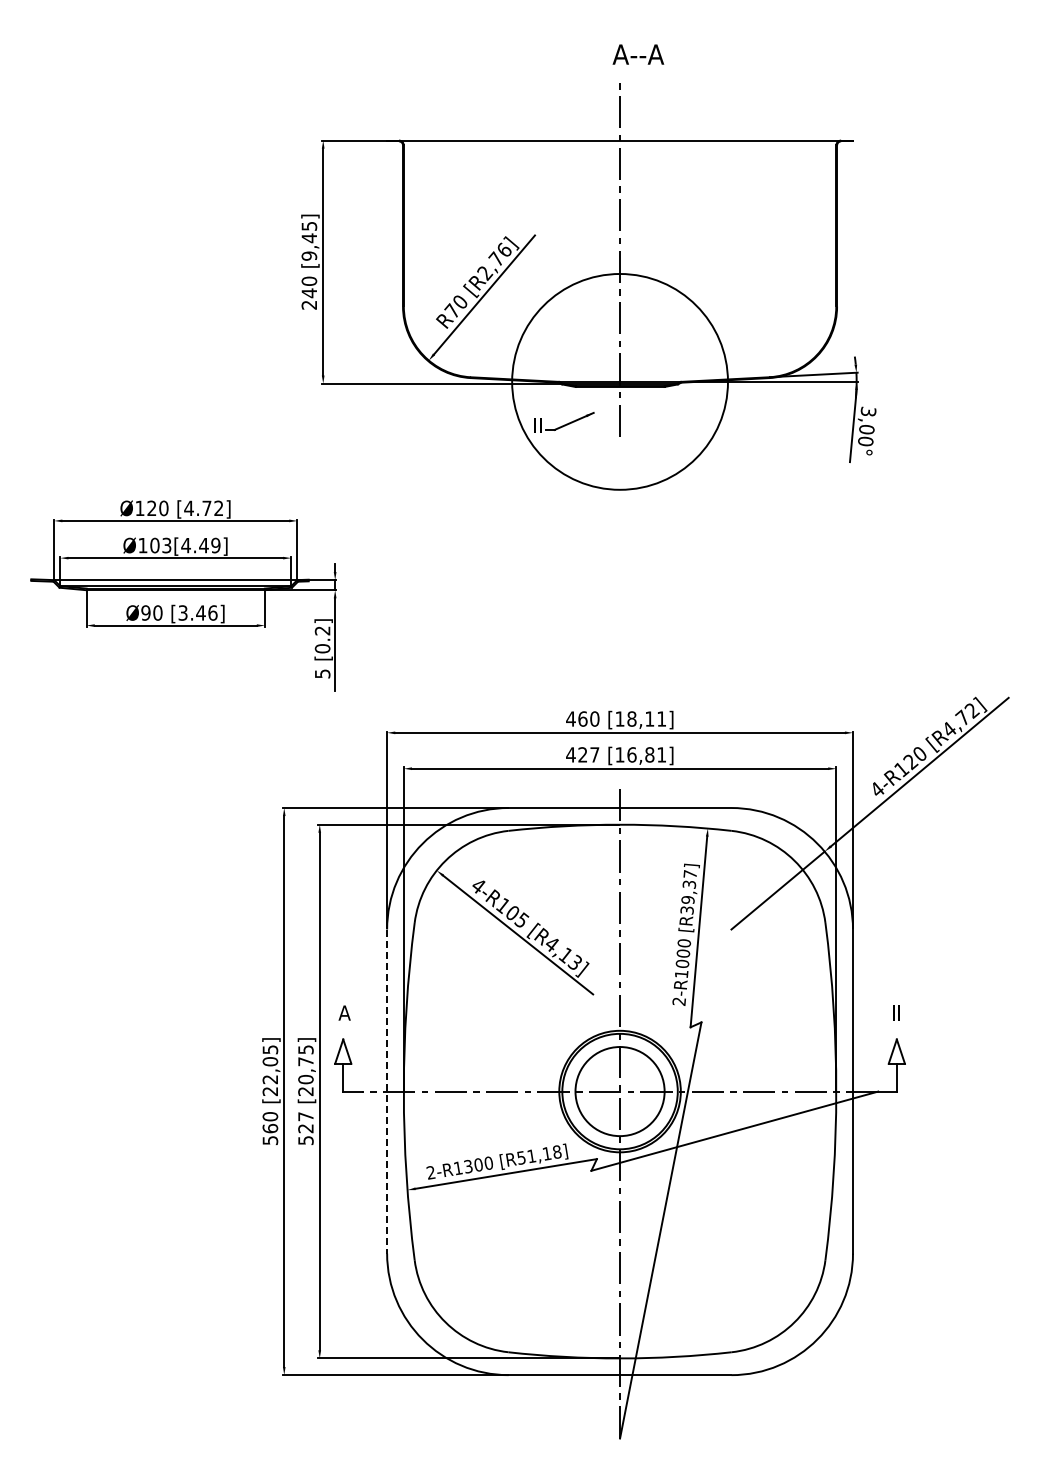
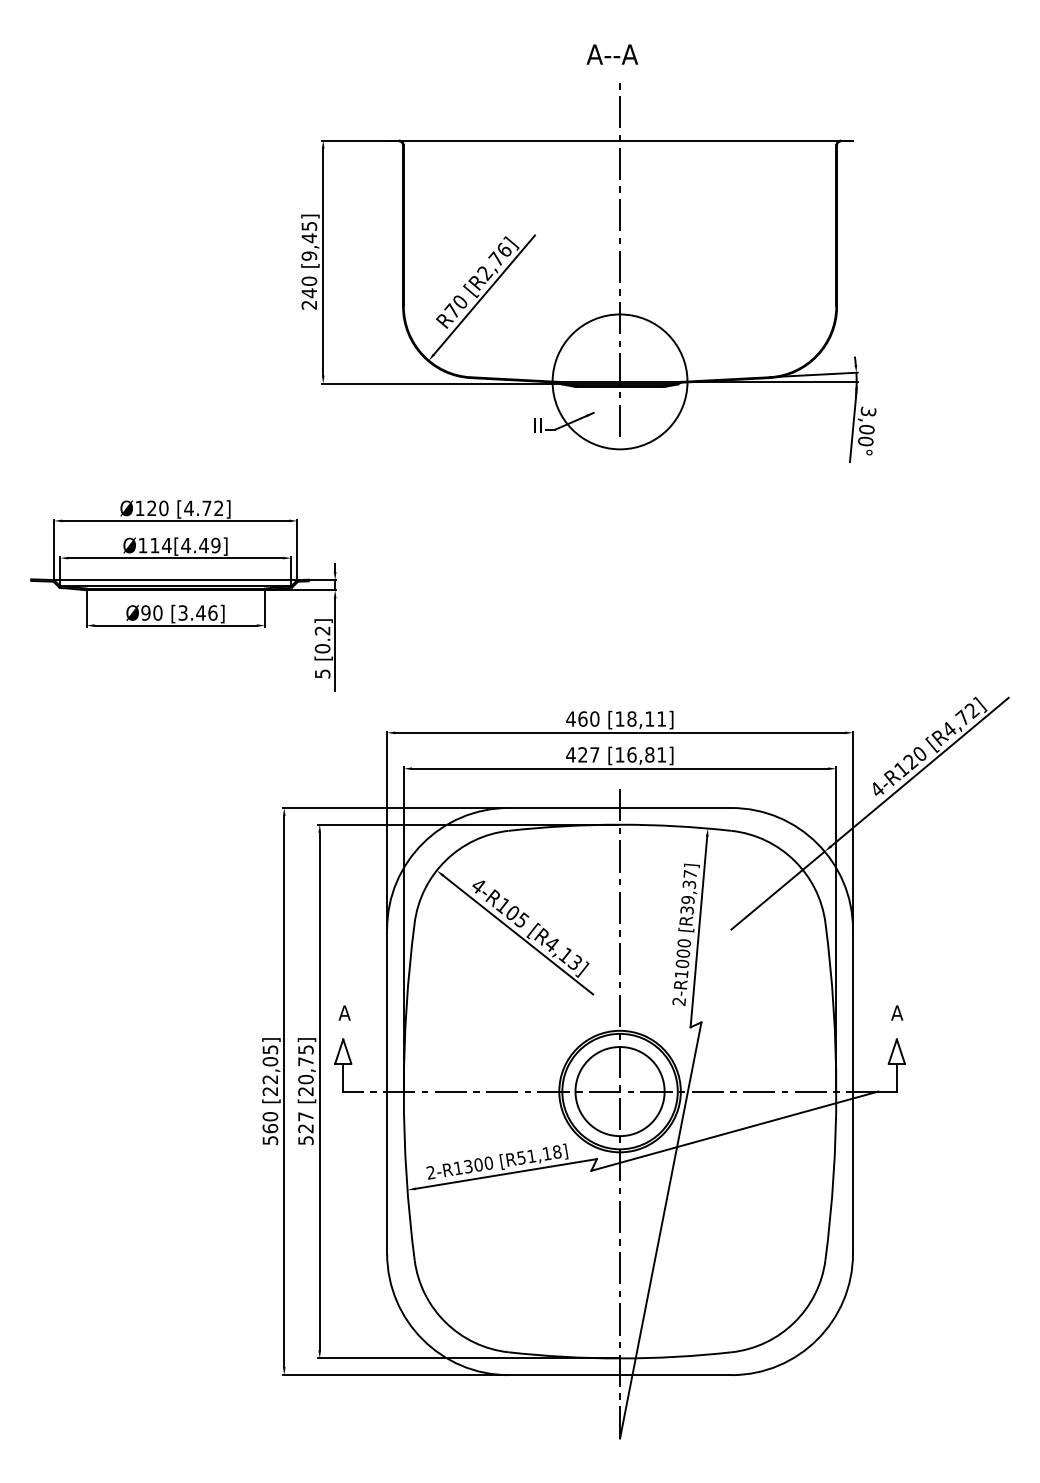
text at (638, 54) position: (638, 54) -> (612, 54)
circle at (619, 381) diameter: 216 px -> 135 px
text at (160, 545): Ø103[4.49] -> Ø114[4.49]
text at (897, 1012): II -> A
line at (387, 1092): dashed -> solid
